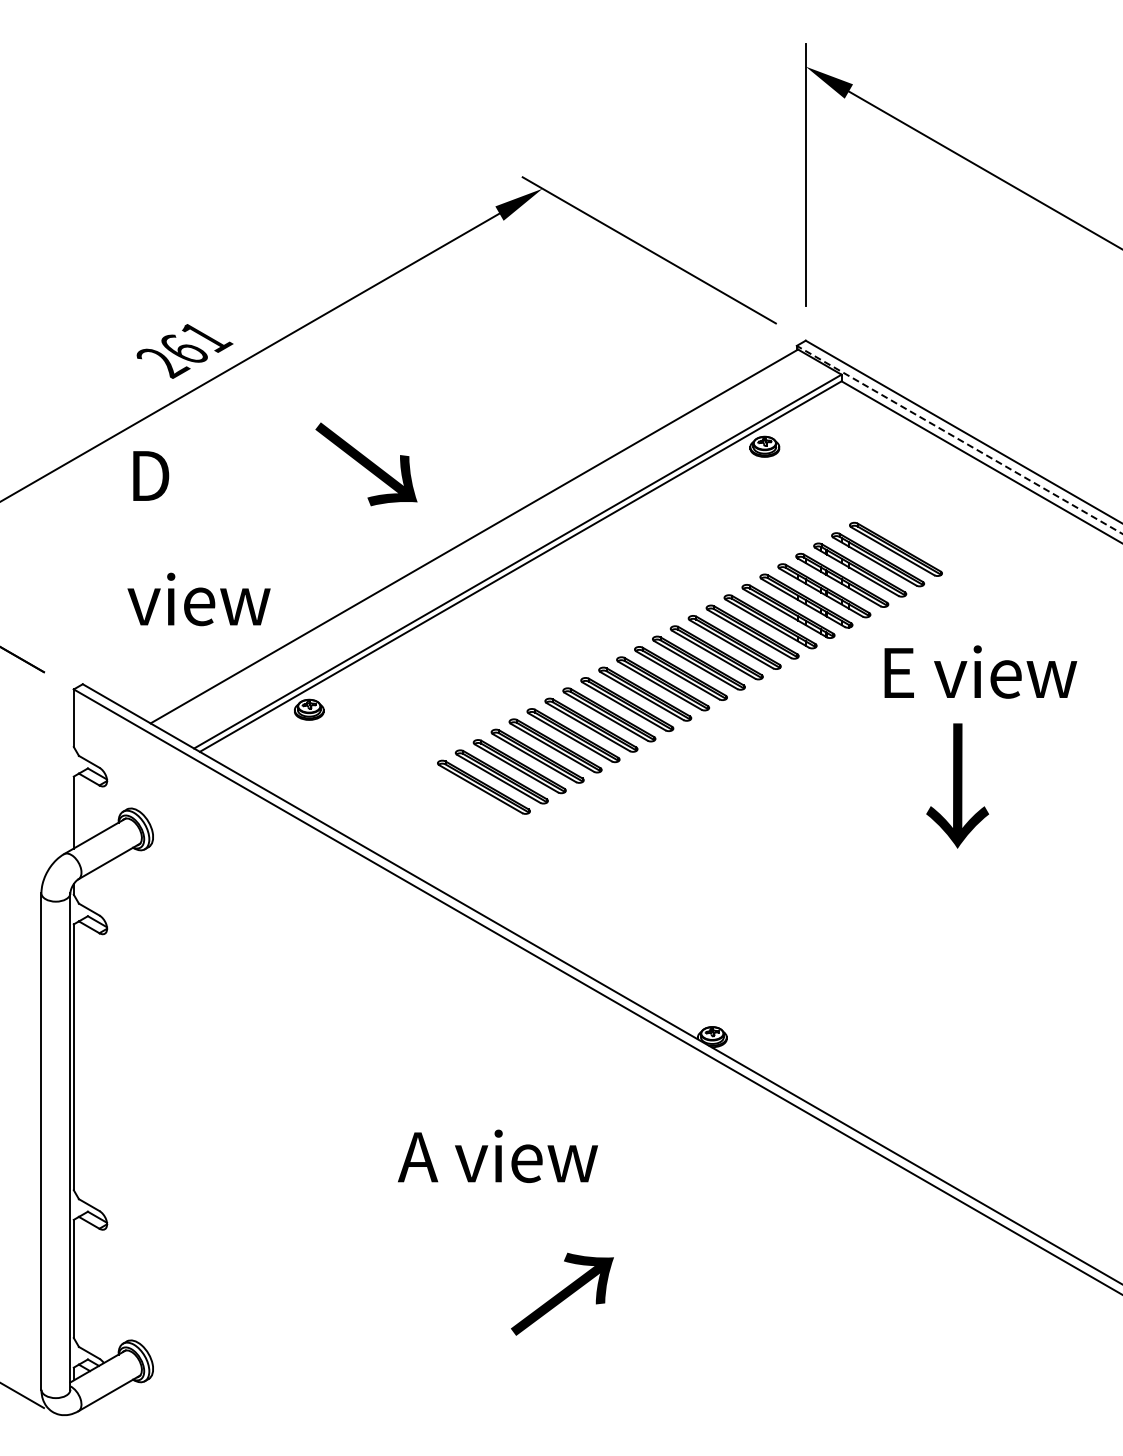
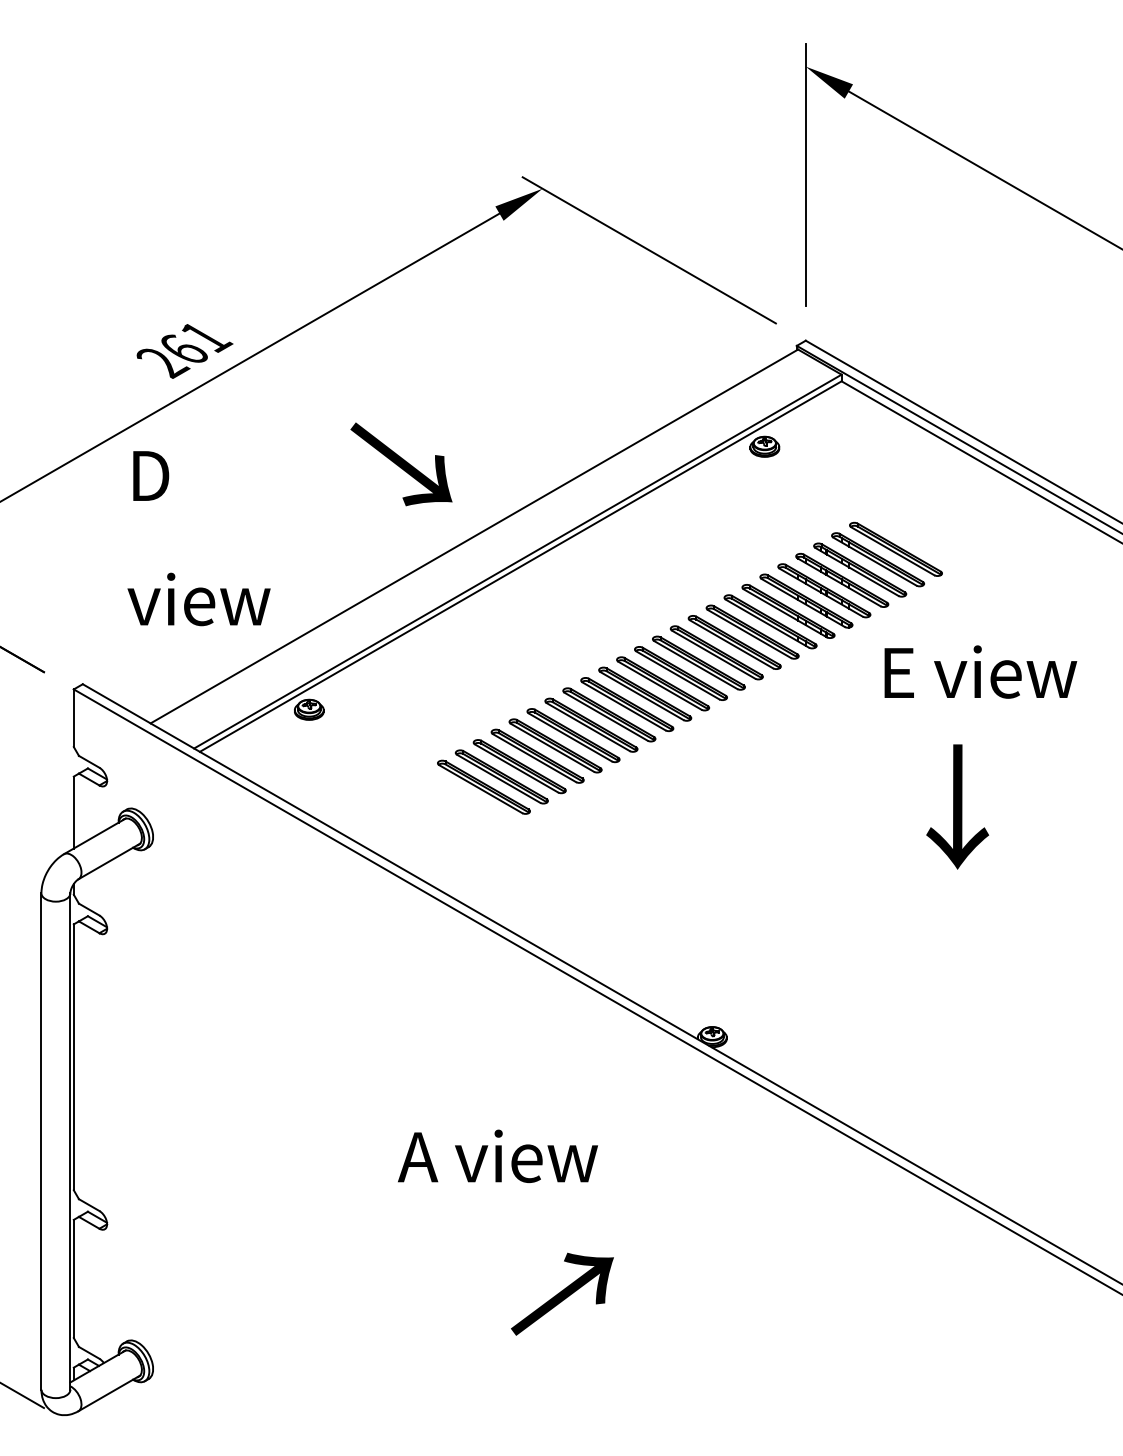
line at (959, 439): dashed -> solid
text at (366, 464) position: (366, 464) -> (401, 464)
text at (957, 785) position: (957, 785) -> (957, 806)
